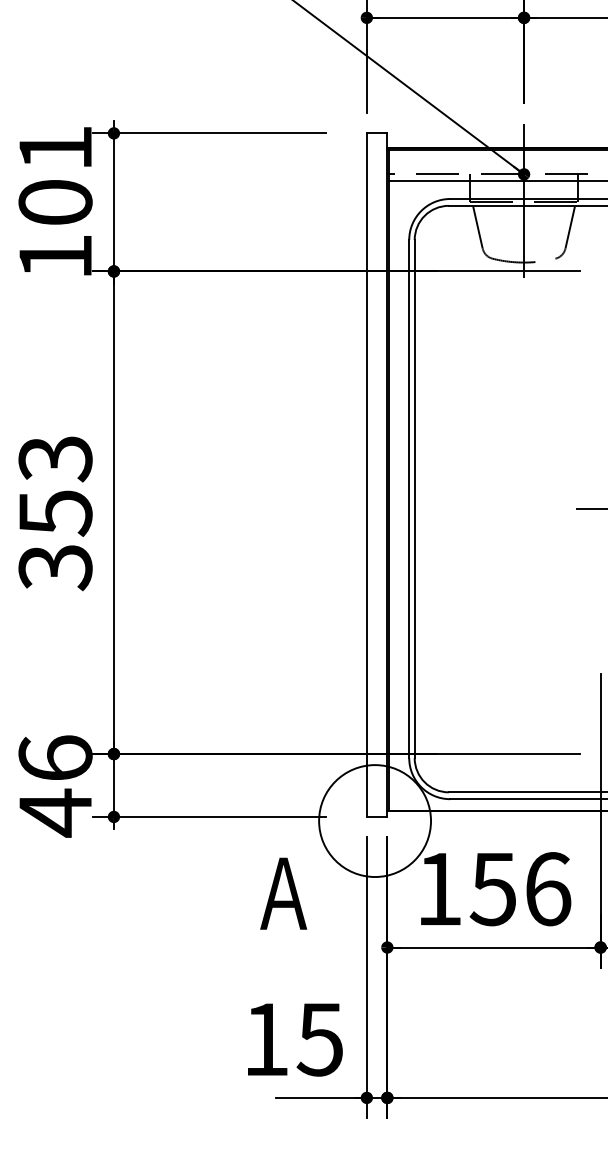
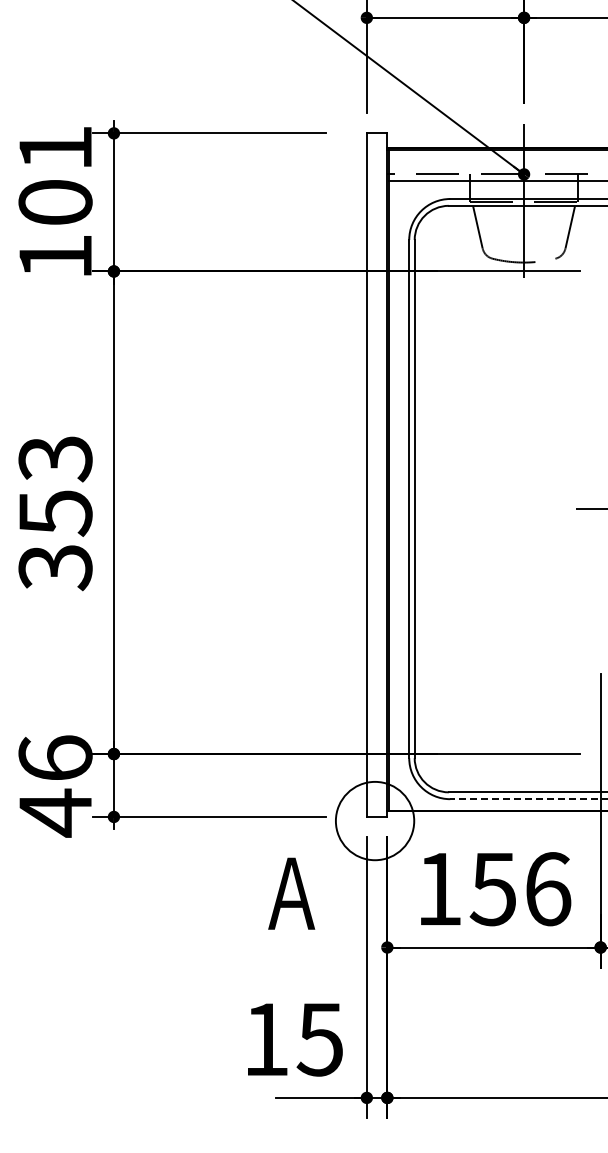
line at (528, 799): solid -> dashed
circle at (375, 821) diameter: 112 px -> 78 px
text at (283, 893) position: (283, 893) -> (291, 893)
